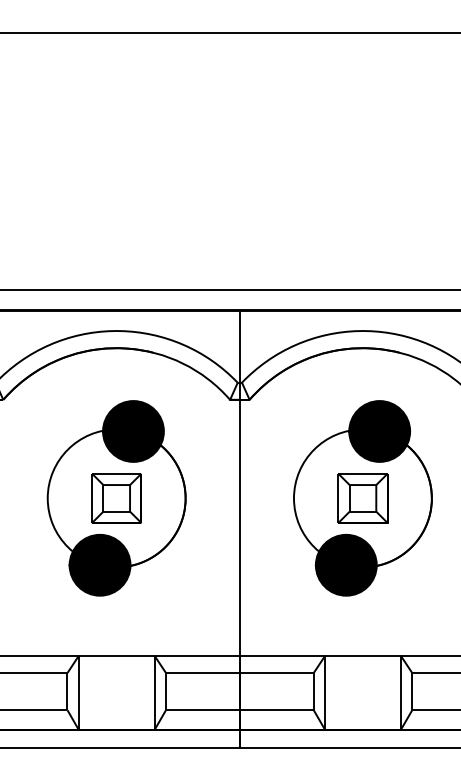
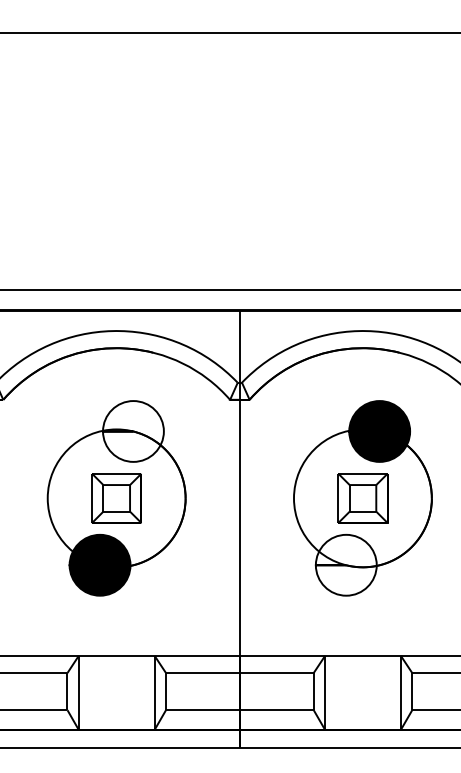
fill at (133, 431): present -> none
fill at (345, 564): present -> none
